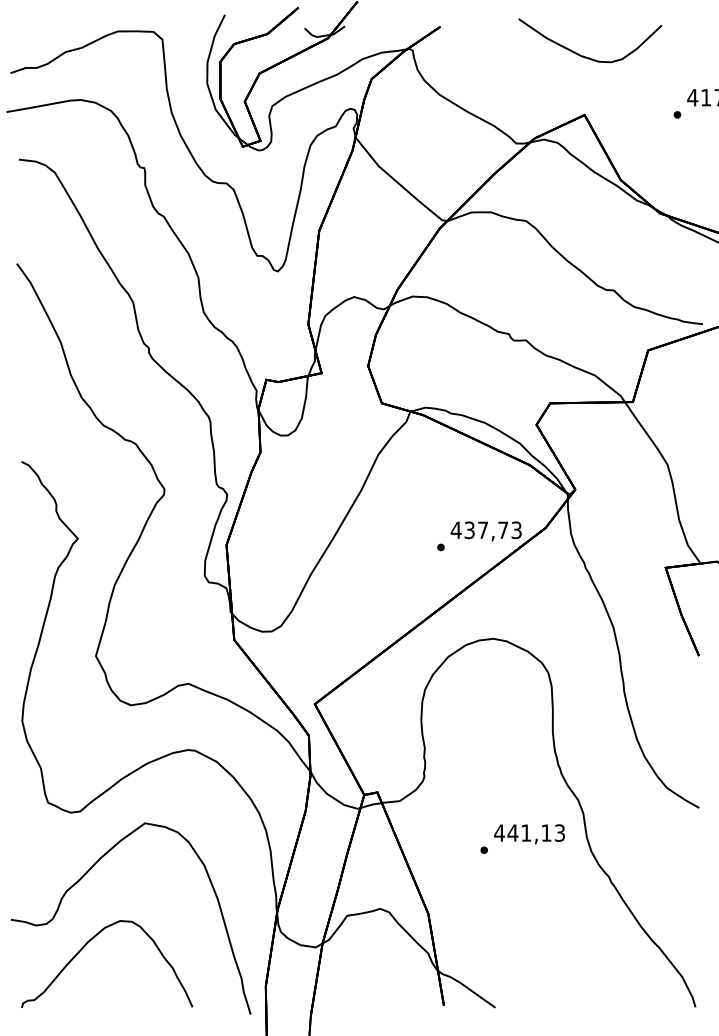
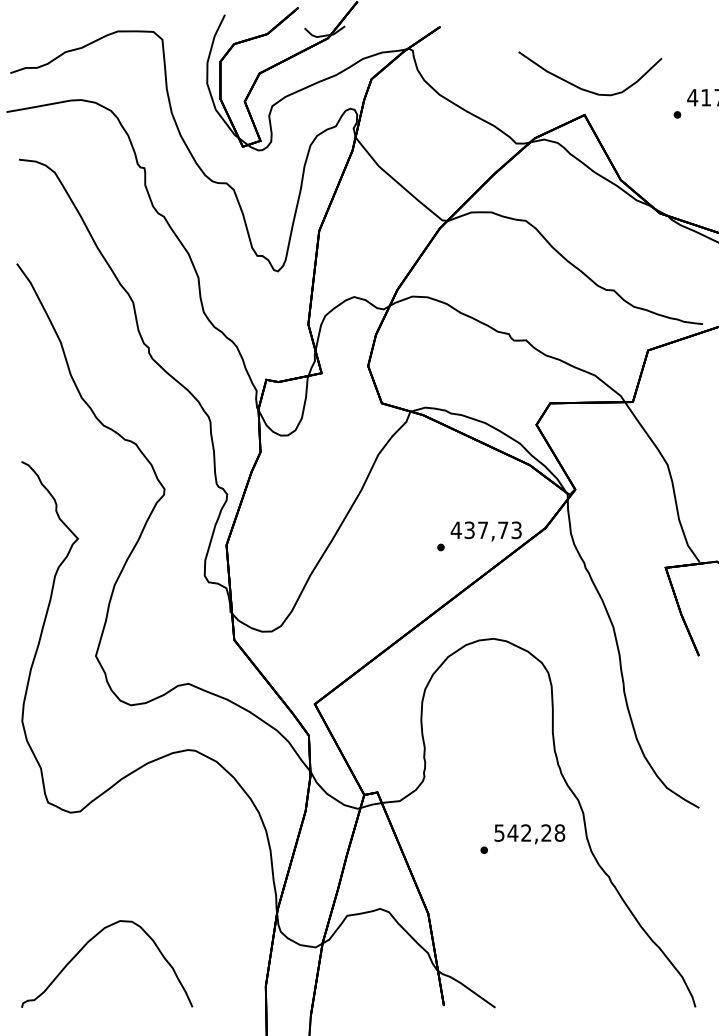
curve at (586, 56) position: (586, 56) -> (586, 89)
text at (529, 832): 441,13 -> 542,28
curve at (86, 874): present -> none
